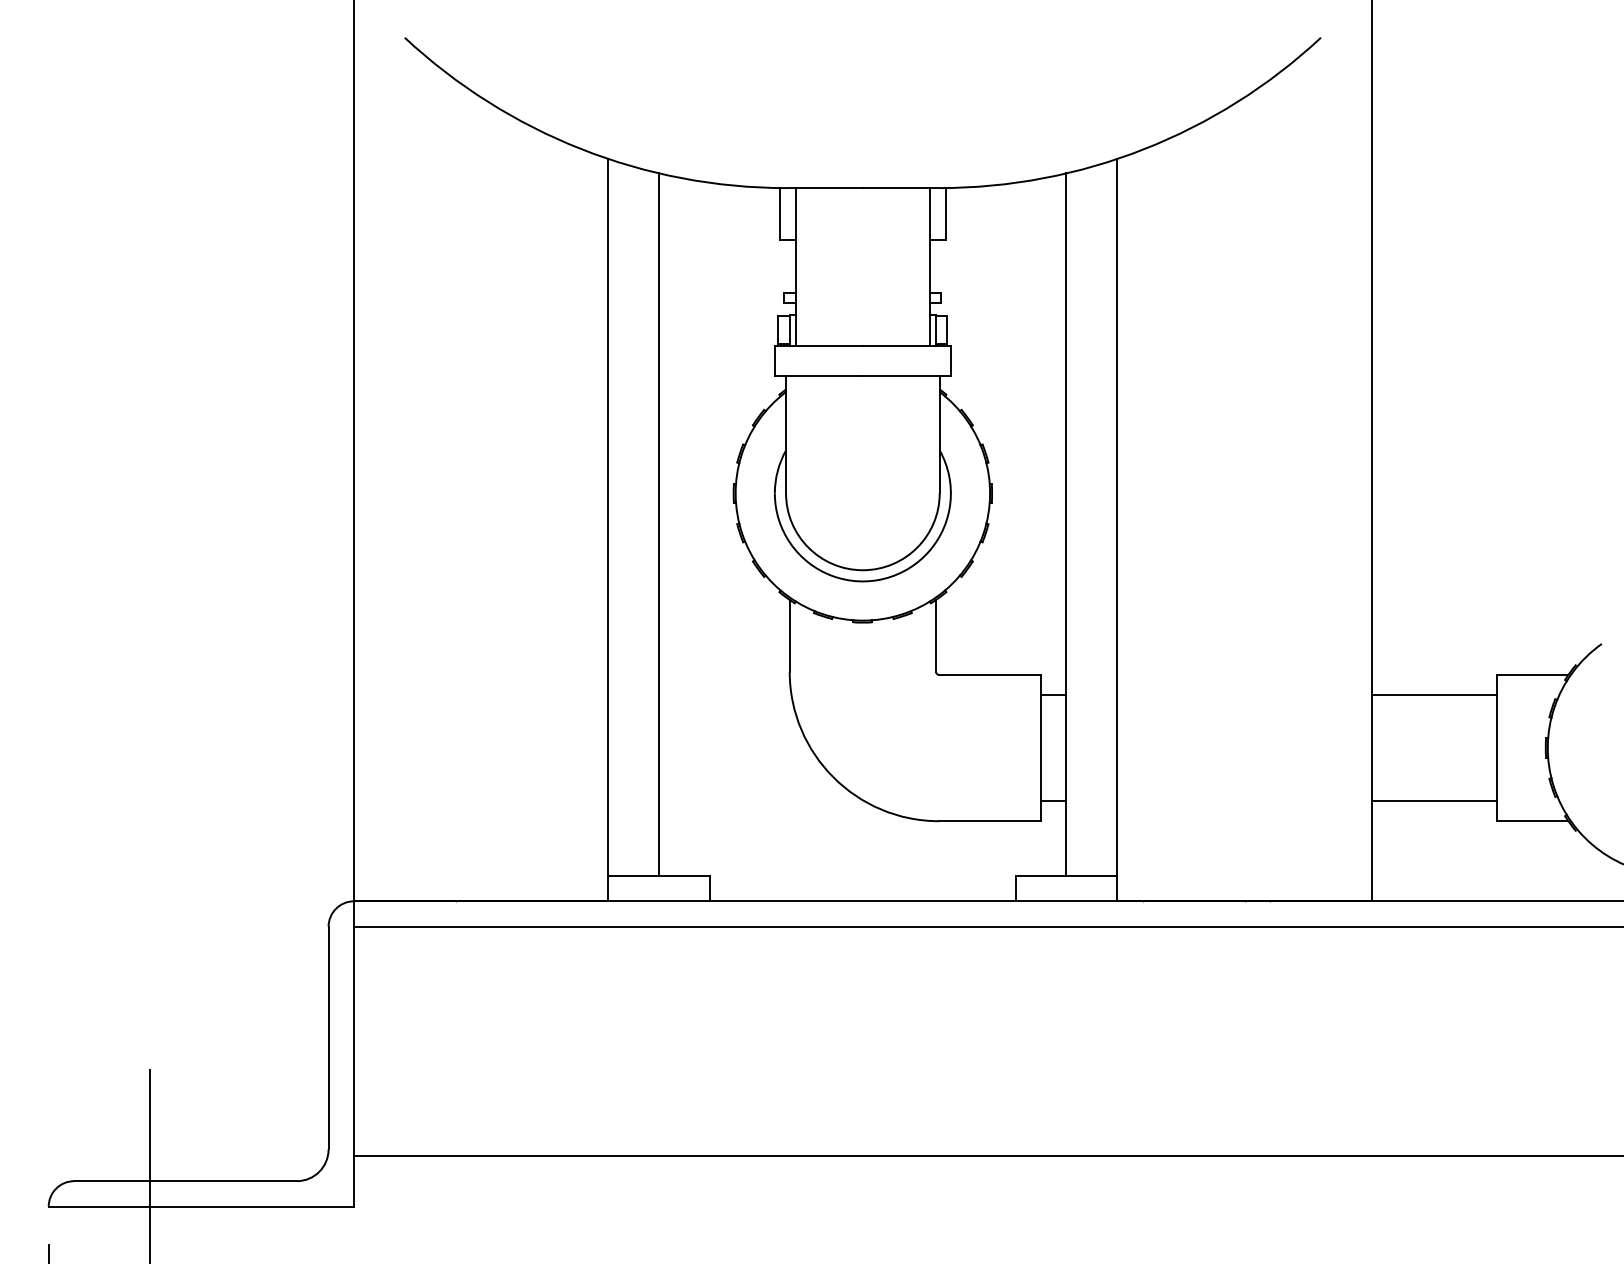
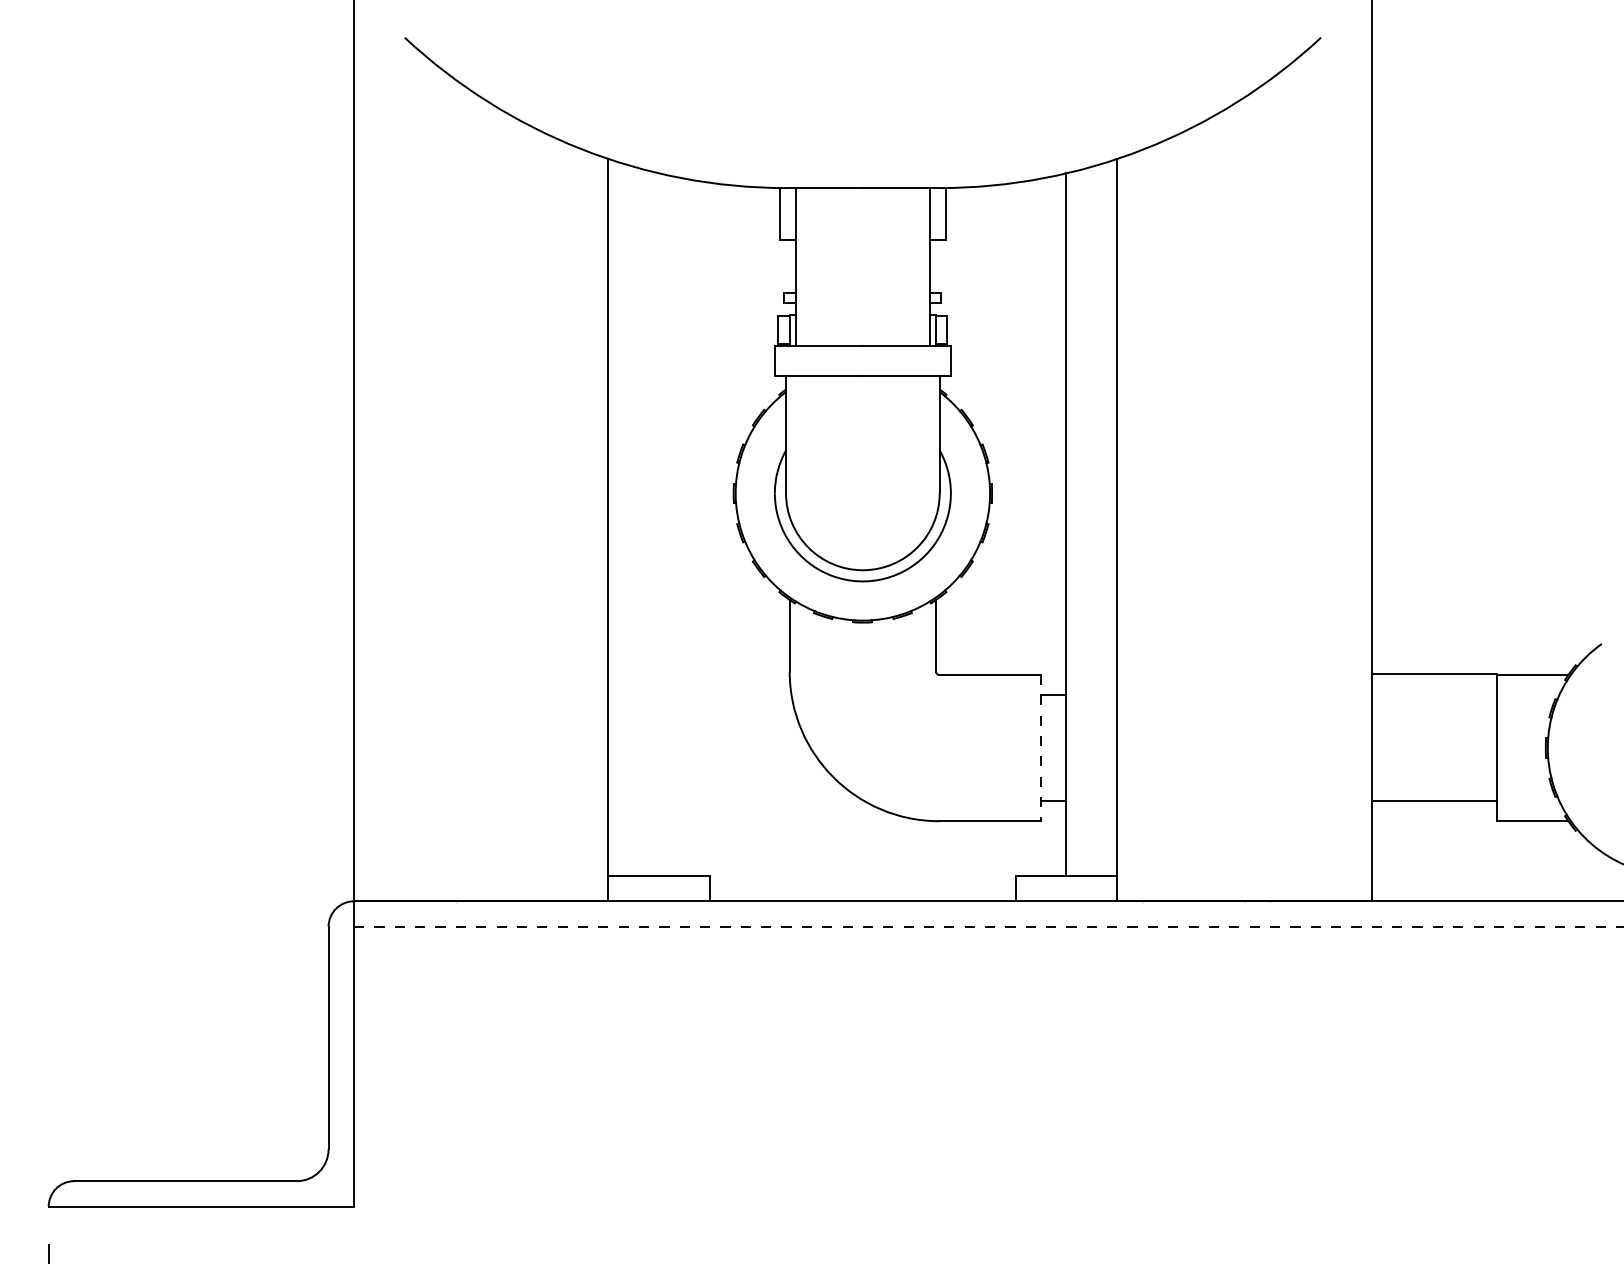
line at (659, 524): present -> none
line at (1433, 694) position: (1433, 694) -> (1433, 673)
line at (1040, 748): solid -> dashed
line at (988, 926): solid -> dashed
line at (987, 1155): present -> none
line at (150, 1164): present -> none
